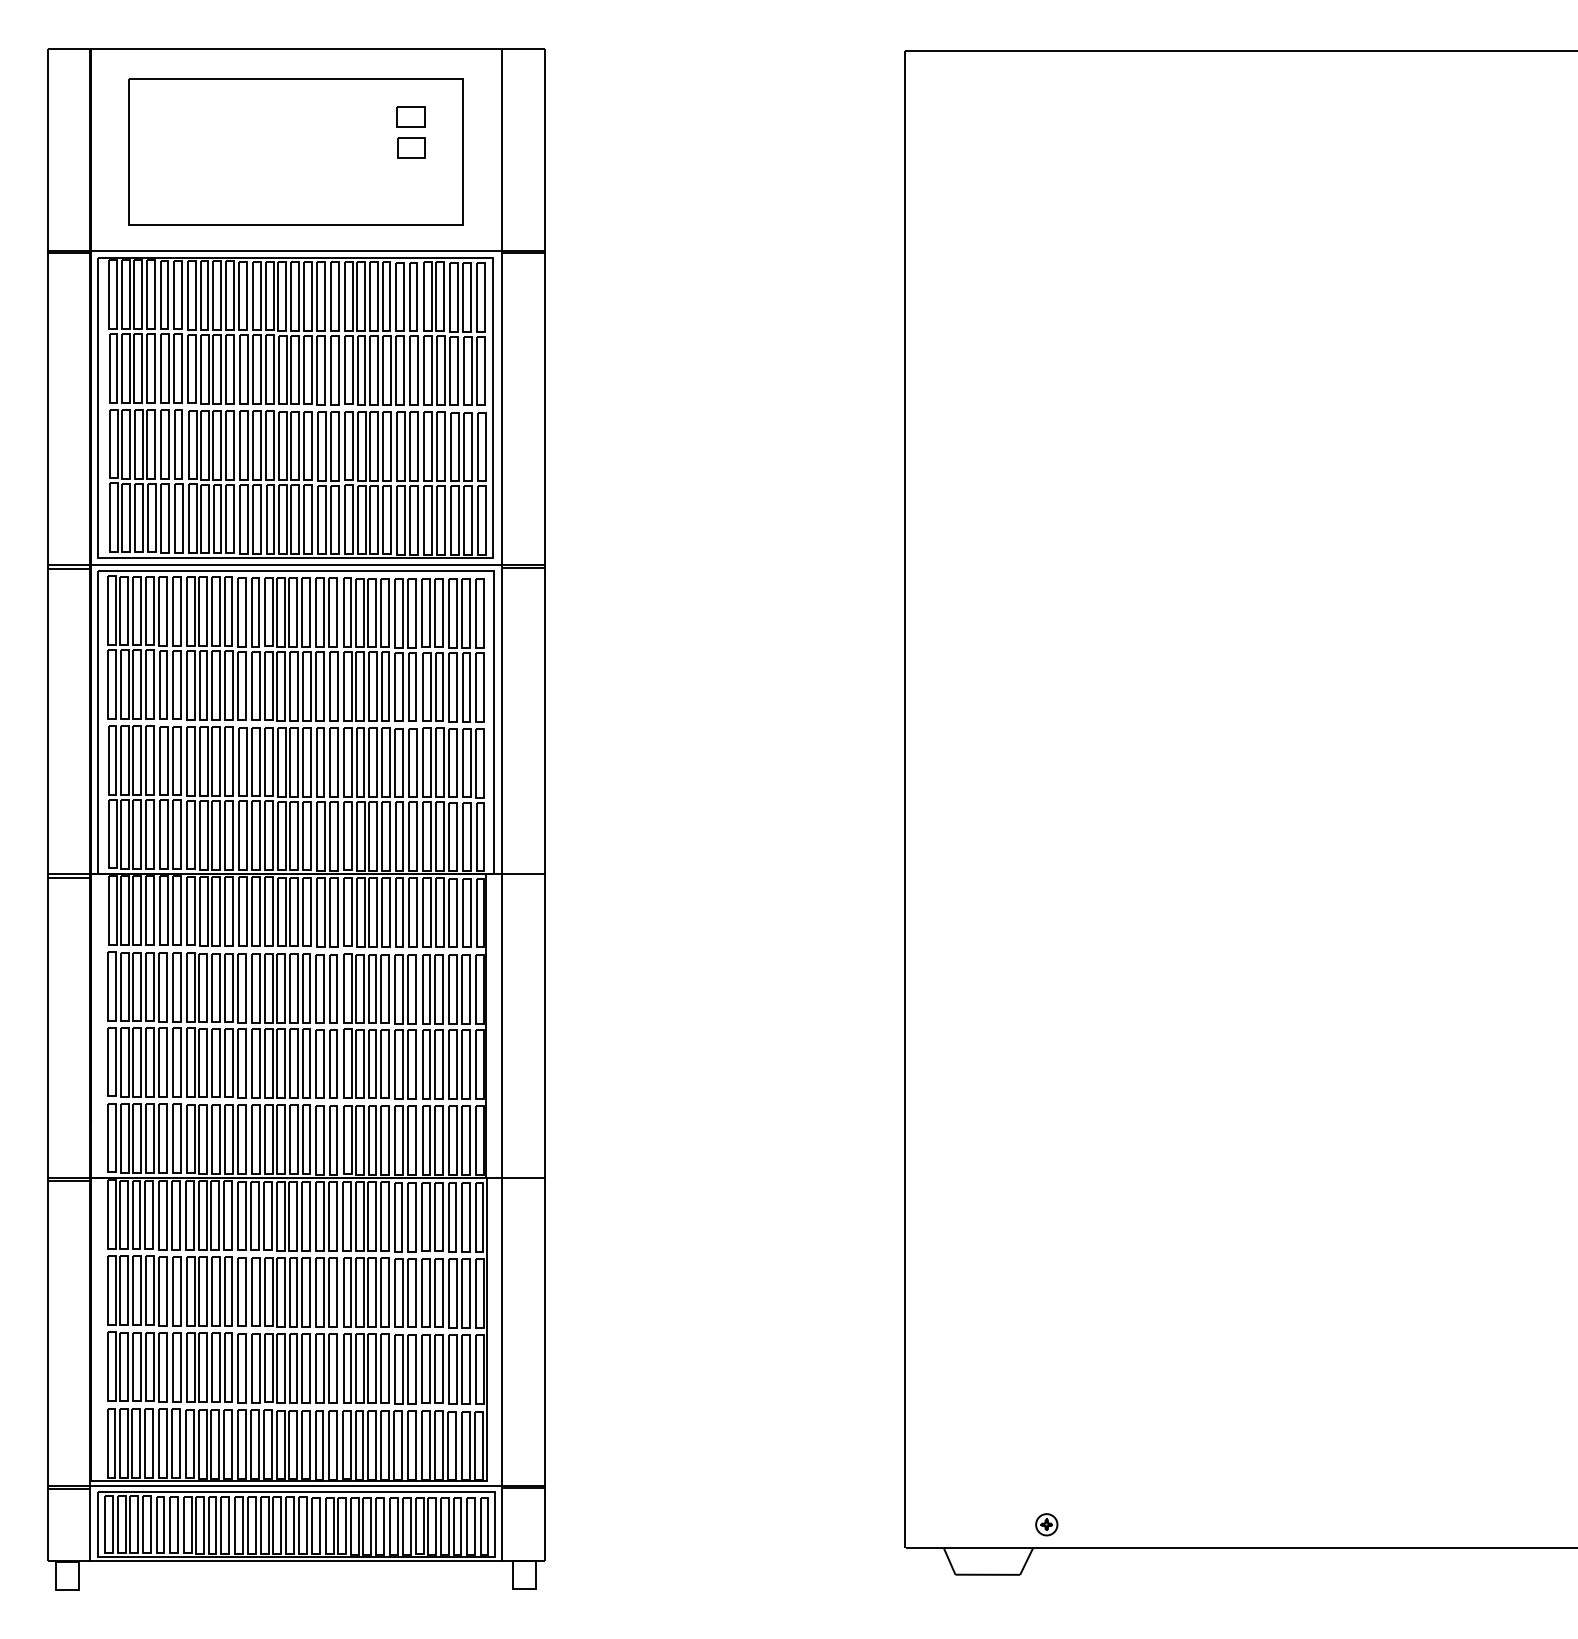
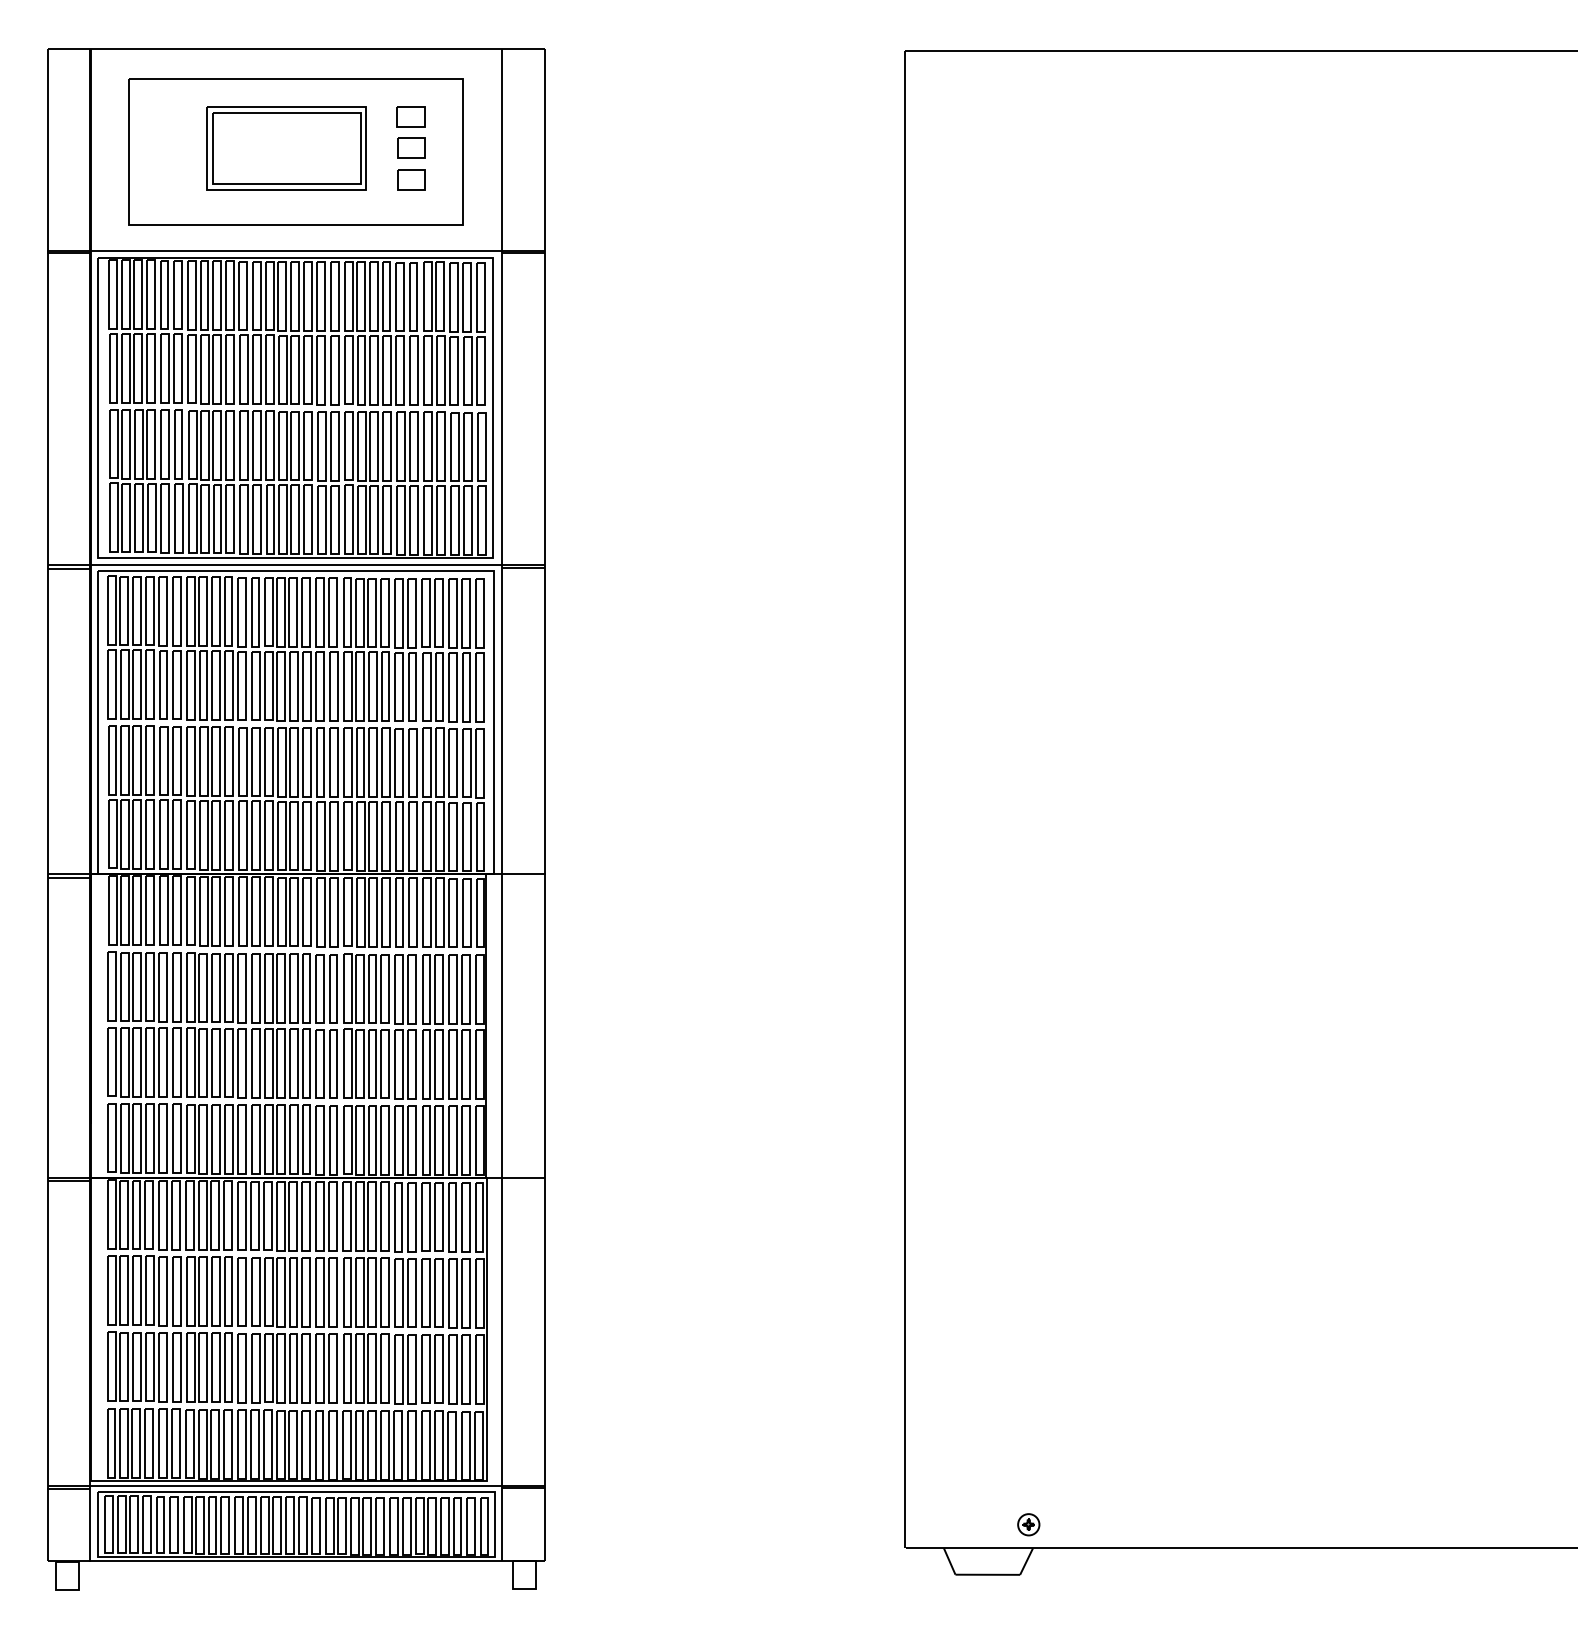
part at (286, 148): none -> present
part at (411, 179): none -> present
part at (1046, 1524) position: (1046, 1524) -> (1028, 1524)
